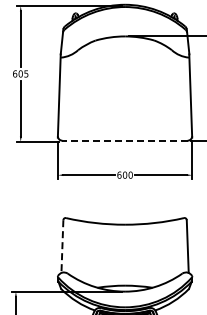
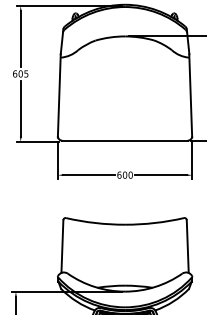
line at (125, 140): dashed -> solid
line at (62, 247): dashed -> solid
